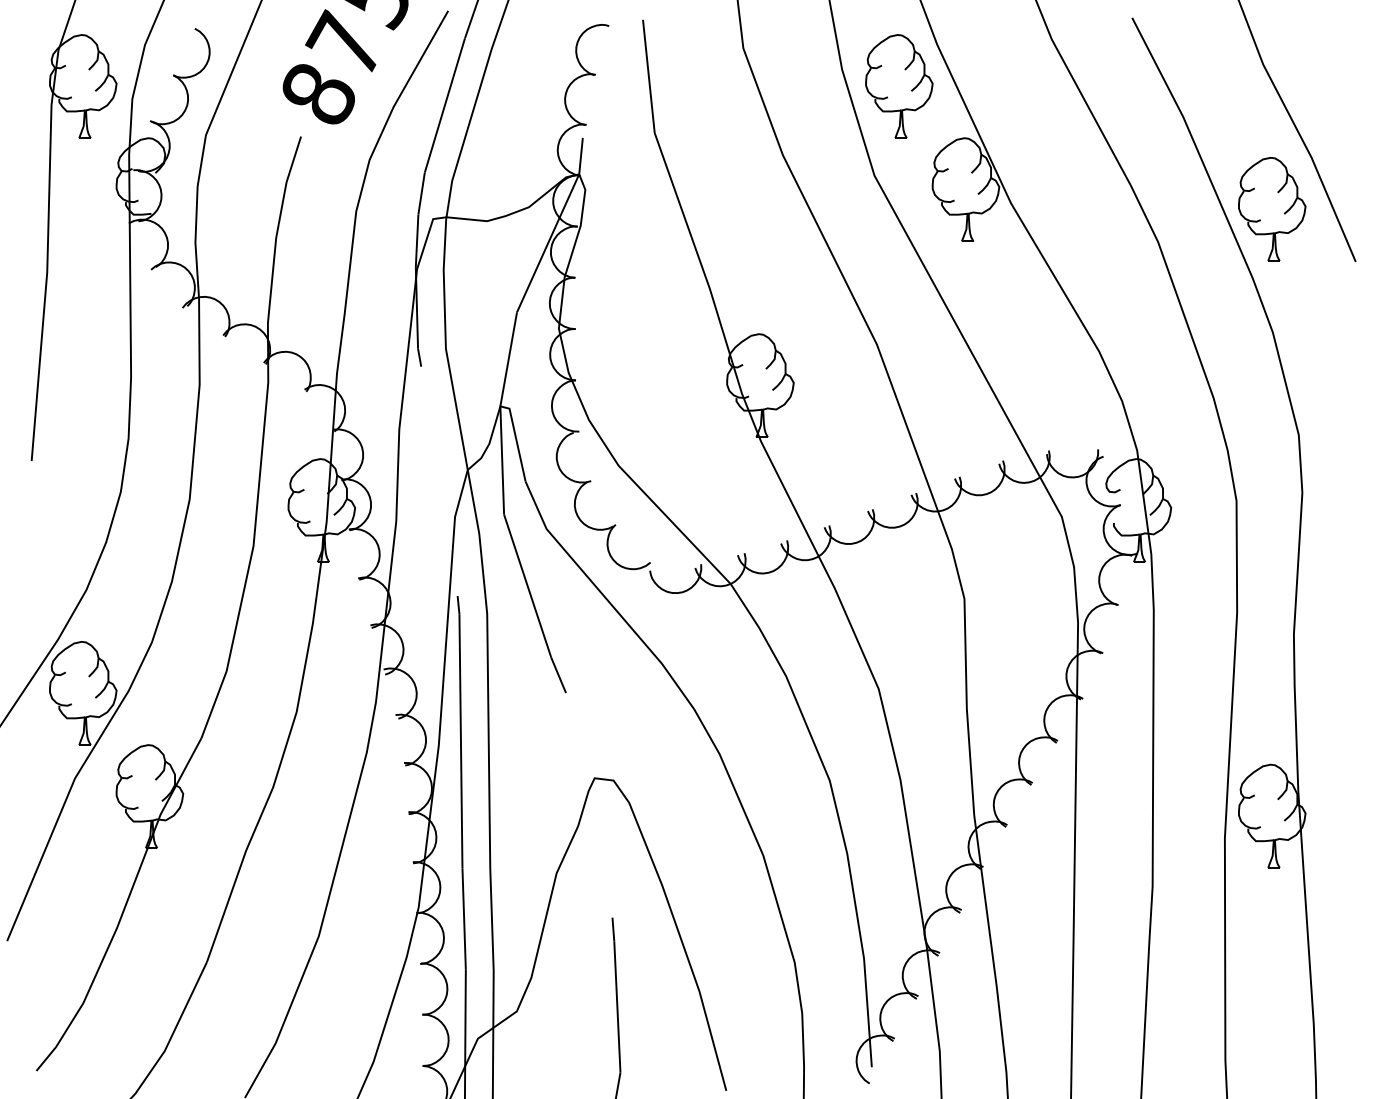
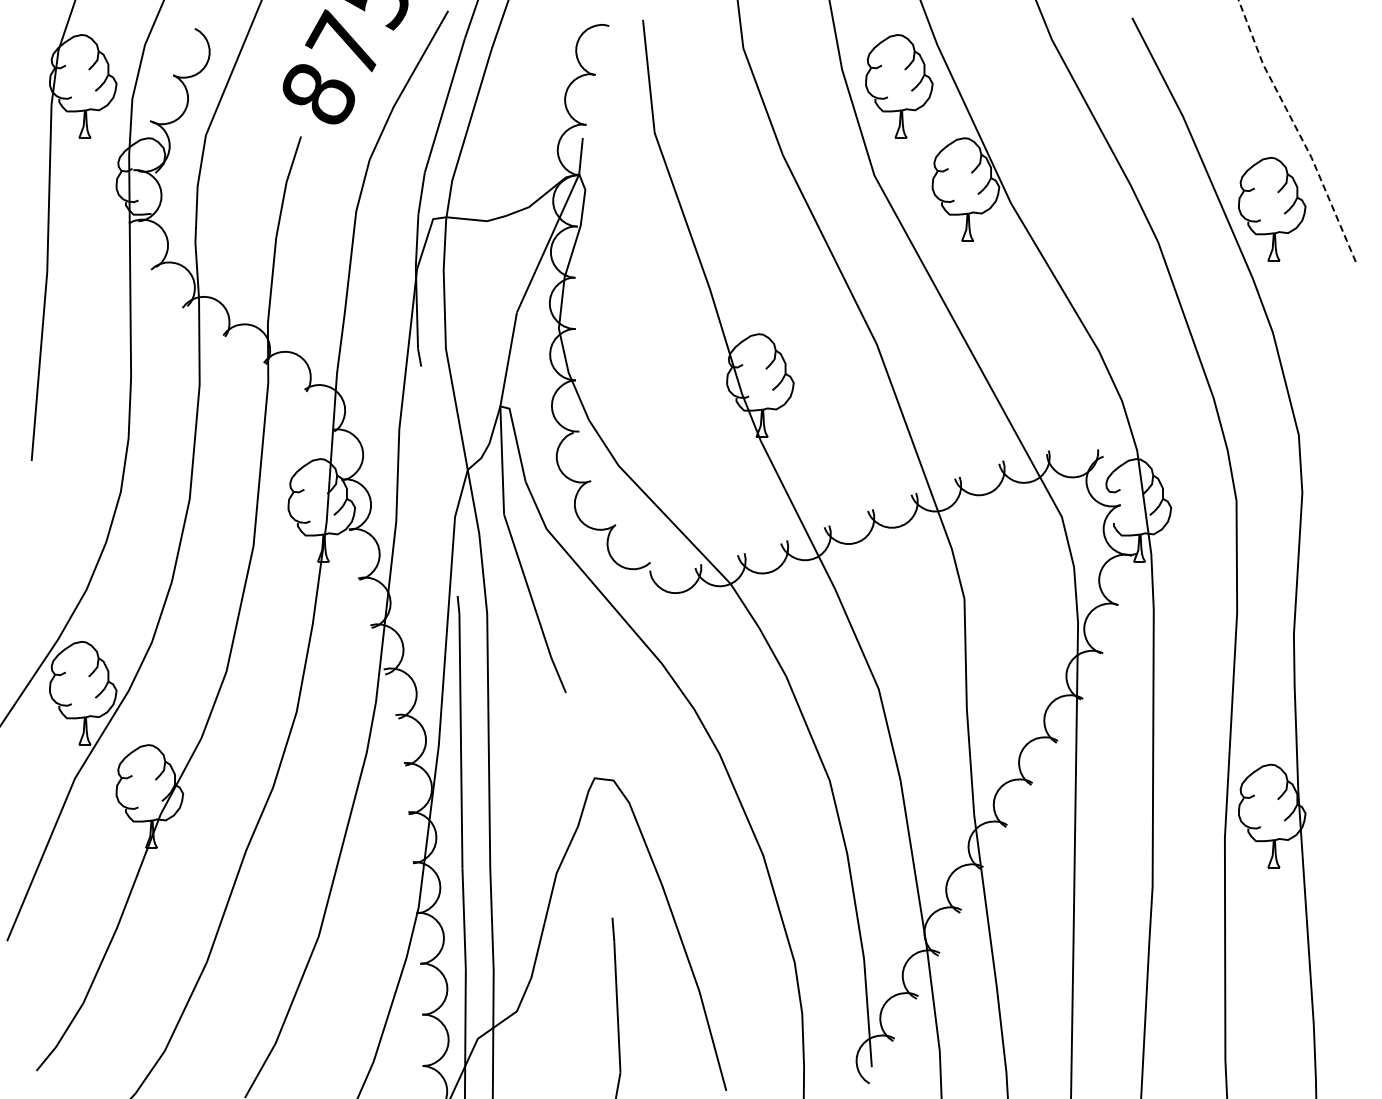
line at (1297, 131): solid -> dashed
